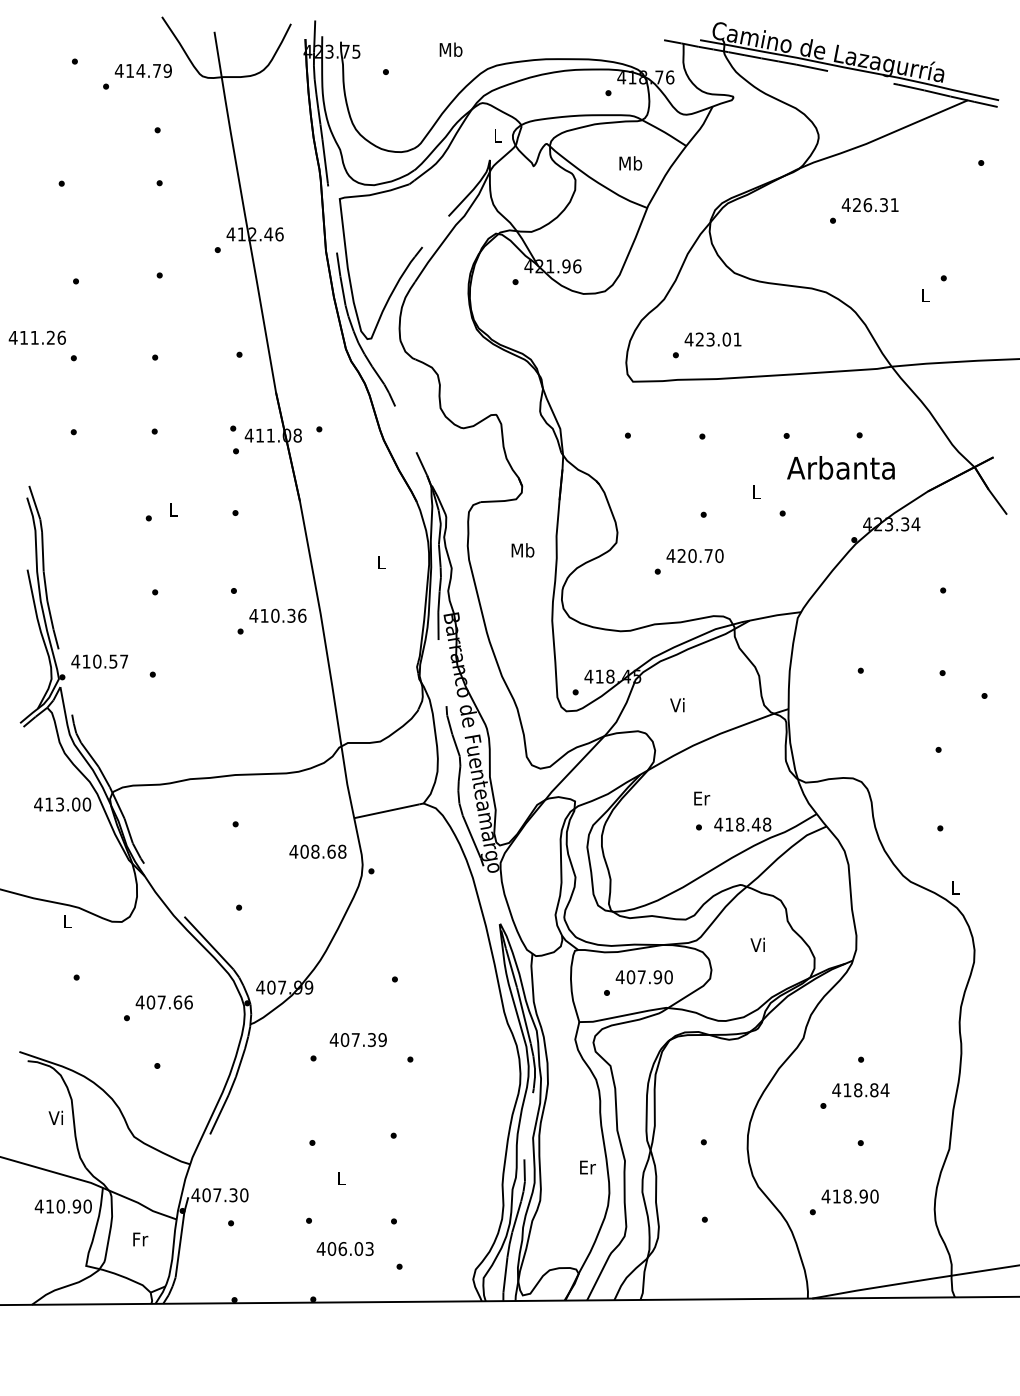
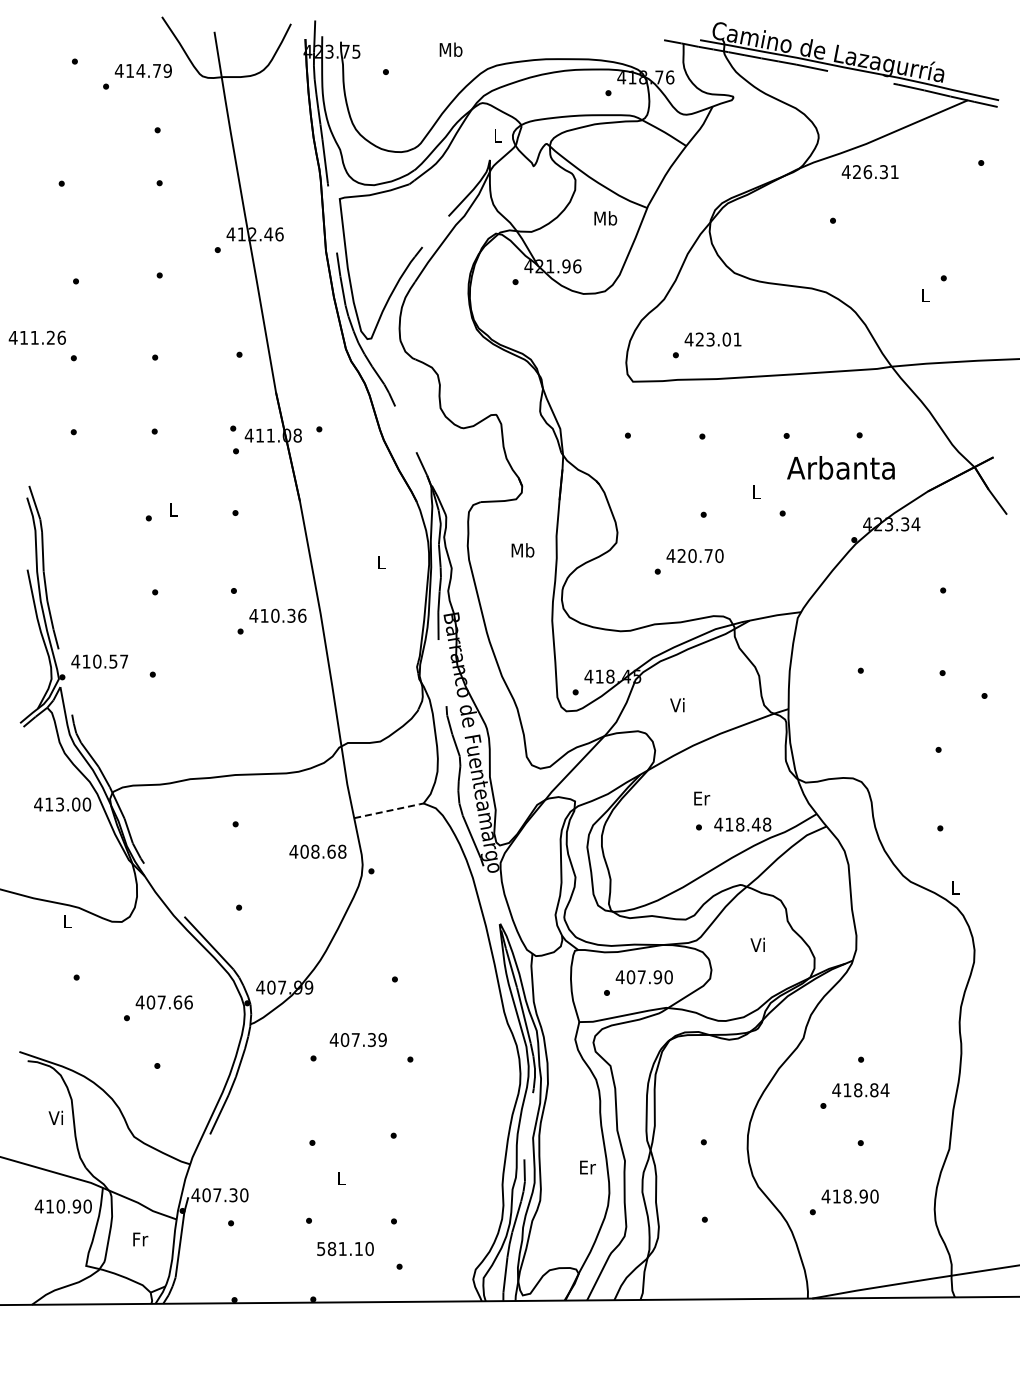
text at (630, 163) position: (630, 163) -> (605, 218)
text at (869, 205) position: (869, 205) -> (869, 172)
line at (387, 811): solid -> dashed
text at (344, 1249): 406.03 -> 581.10
